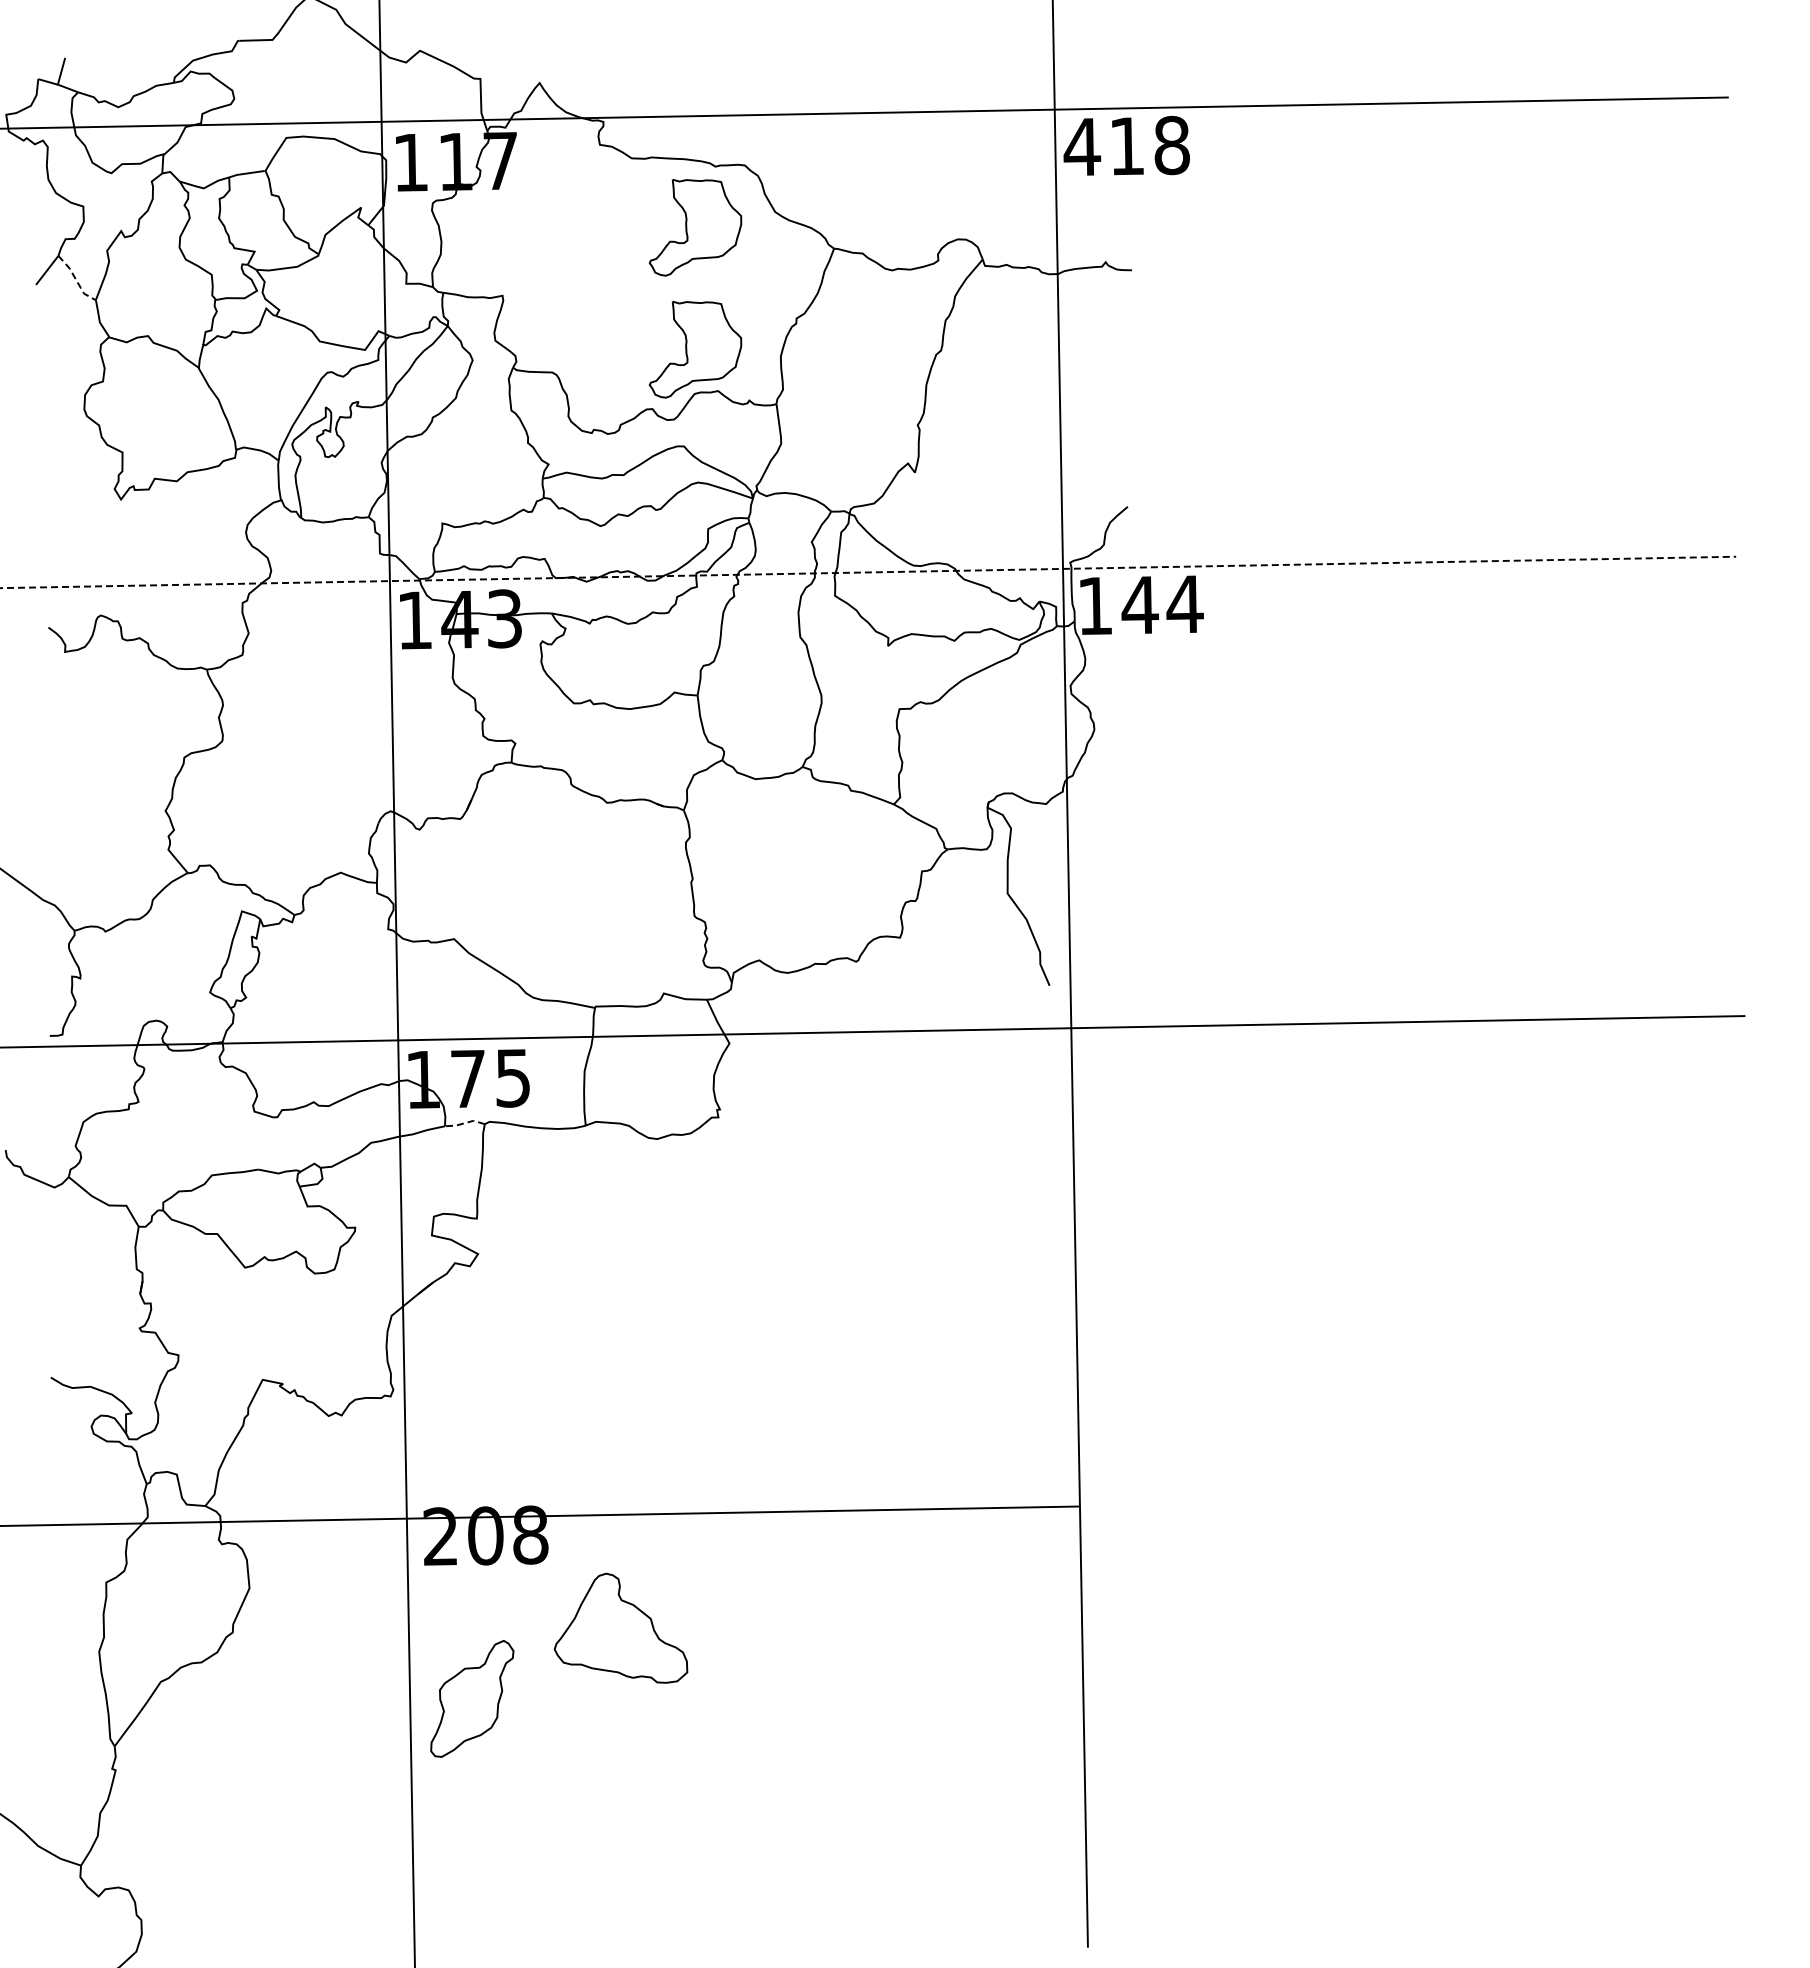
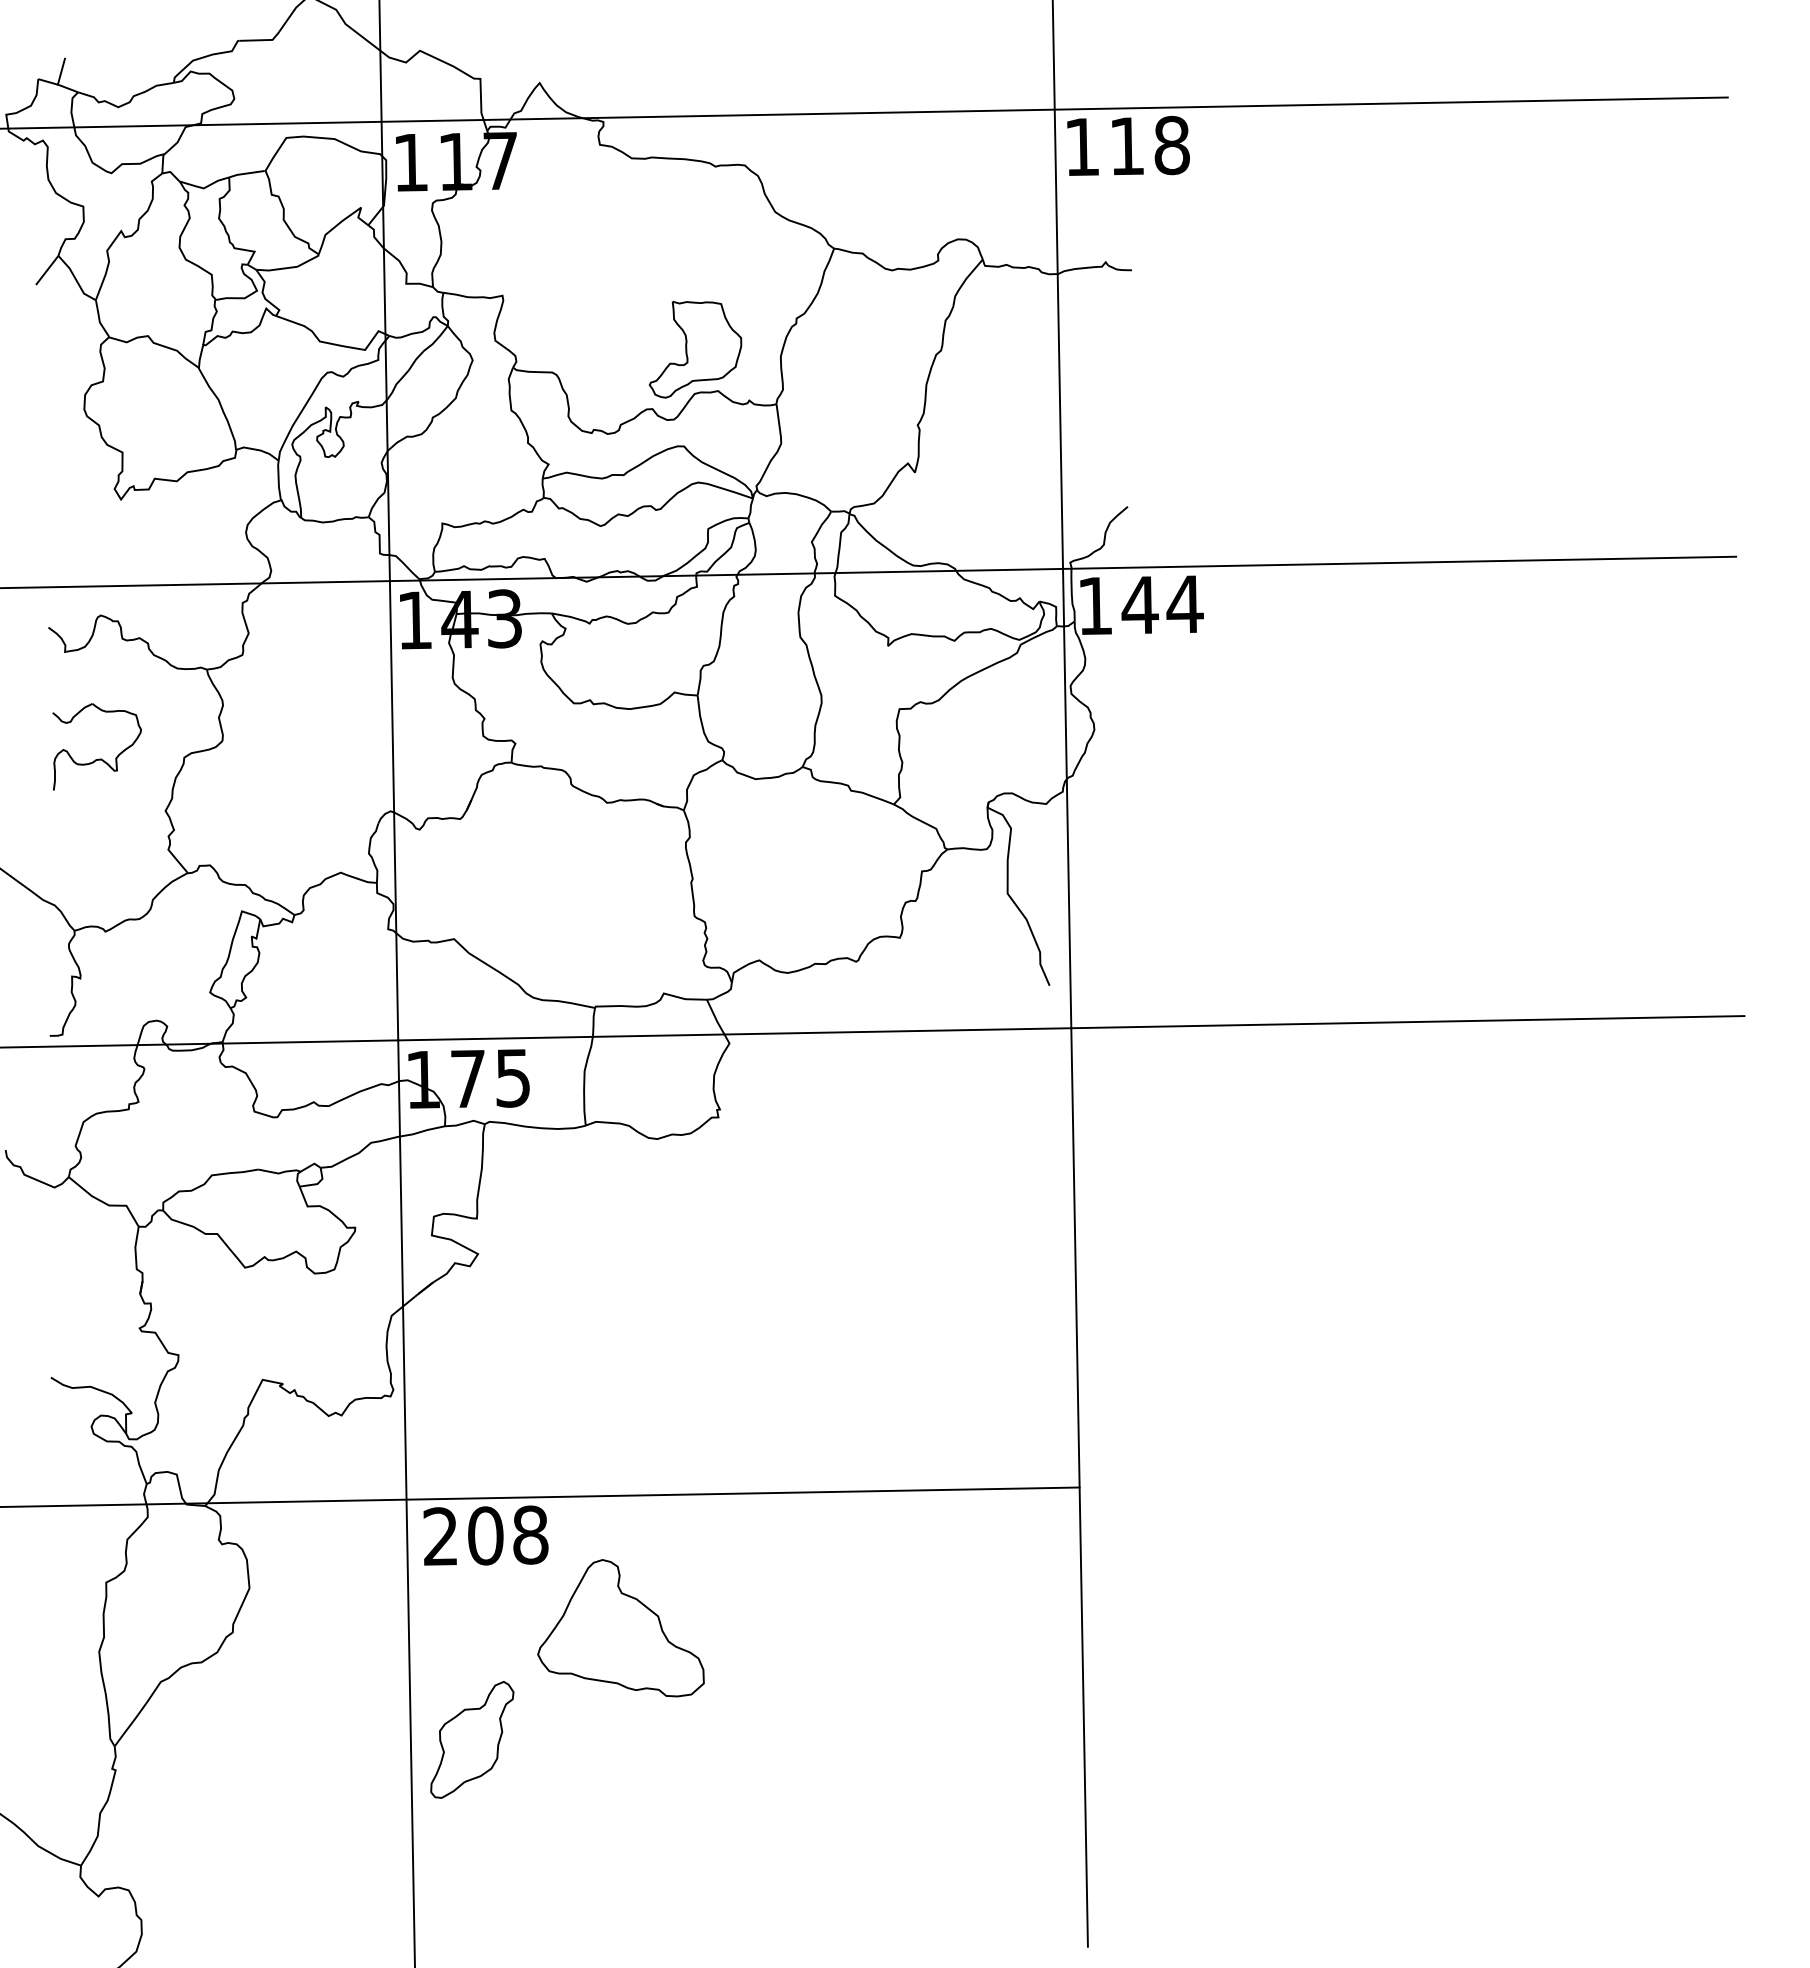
text at (1082, 146): 418 -> 118
part at (695, 227): present -> none
line at (76, 280): dashed -> solid
line at (868, 572): dashed -> solid
part at (98, 758): none -> present
line at (464, 1123): dashed -> solid
line at (540, 1515) position: (540, 1515) -> (540, 1496)
part at (620, 1627) size: 136x112 px -> 168x139 px
part at (472, 1698) position: (472, 1698) -> (472, 1739)
